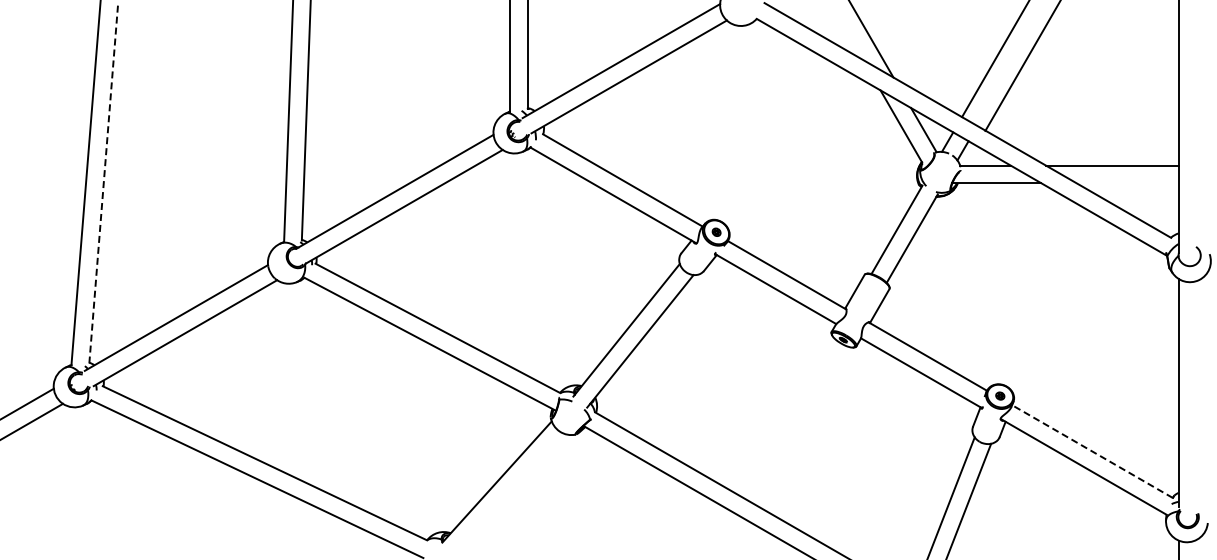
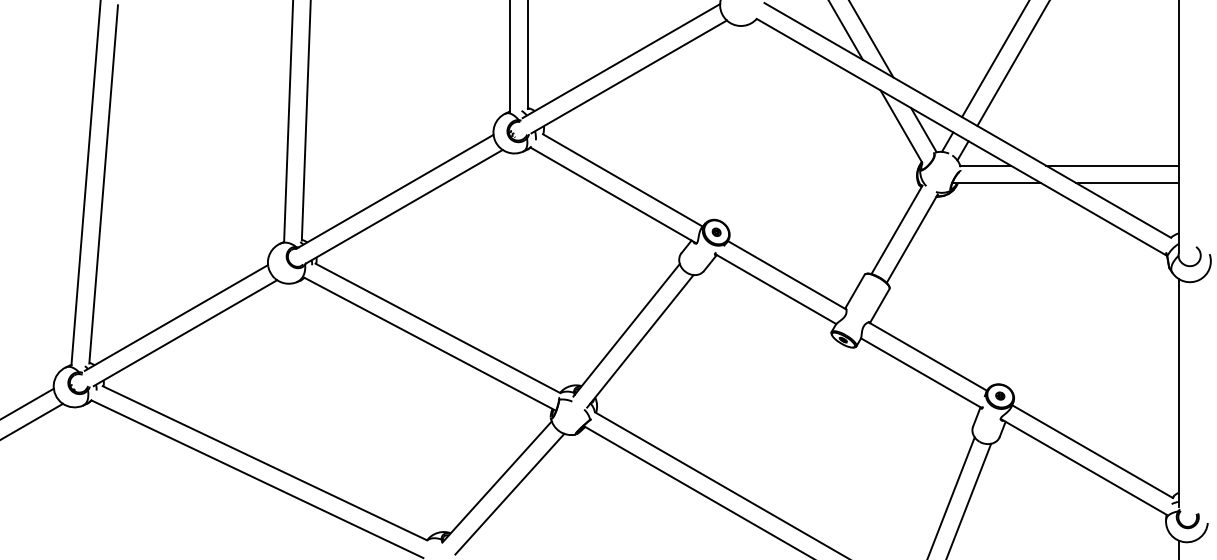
line at (845, 30): none -> present
line at (1022, 66) position: (1022, 66) -> (1012, 63)
line at (1127, 183): none -> present
line at (103, 184): dashed -> solid
line at (1092, 451): dashed -> solid
line at (509, 493): none -> present
